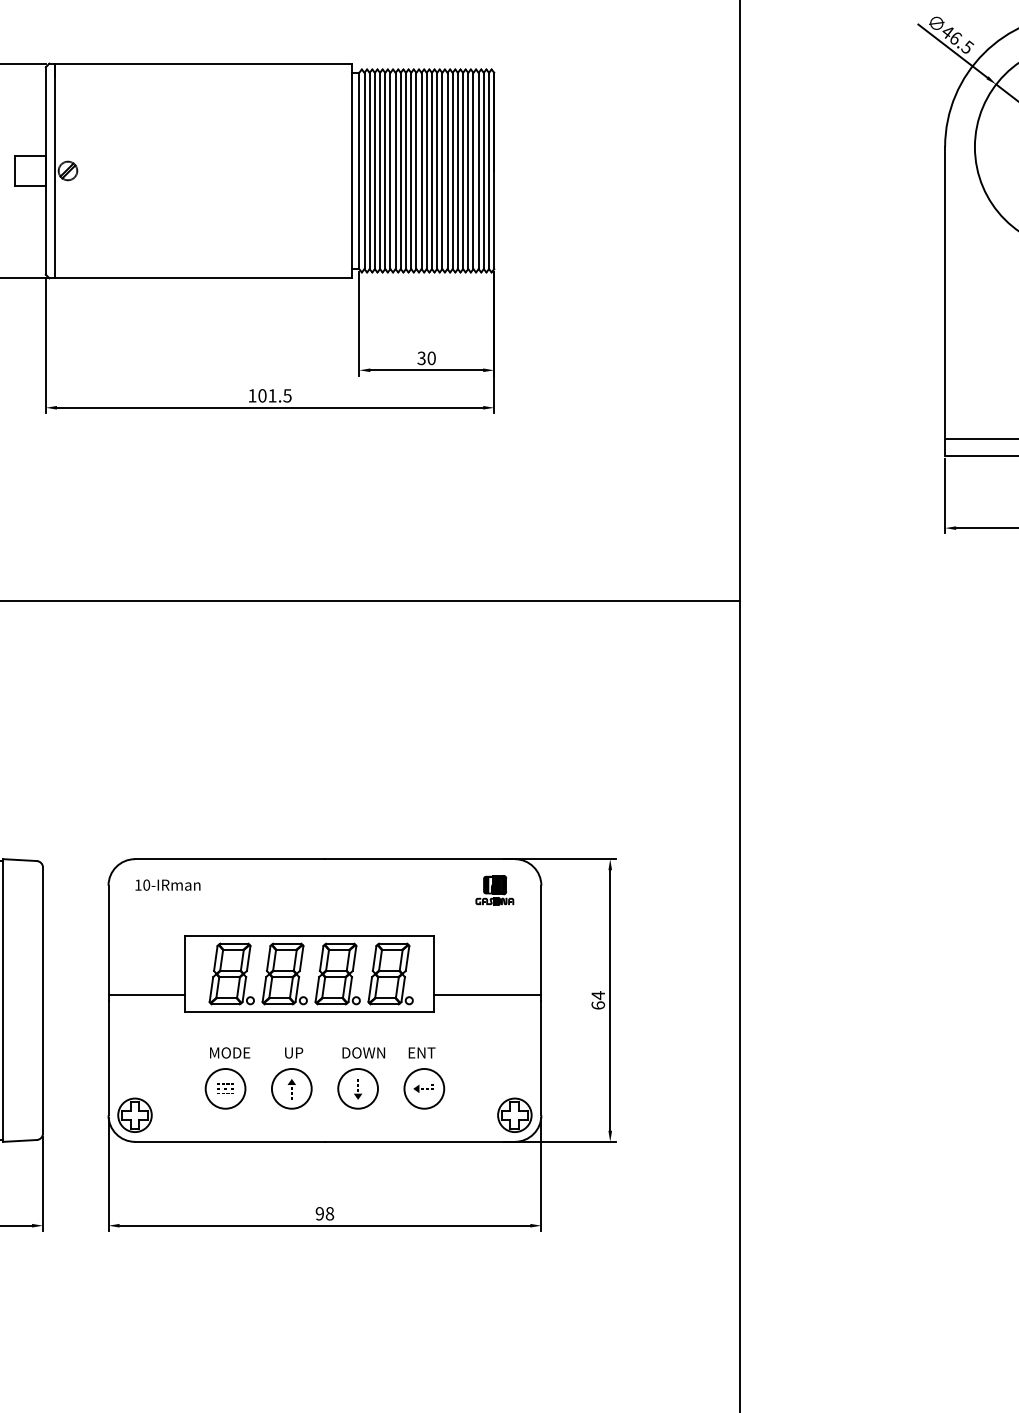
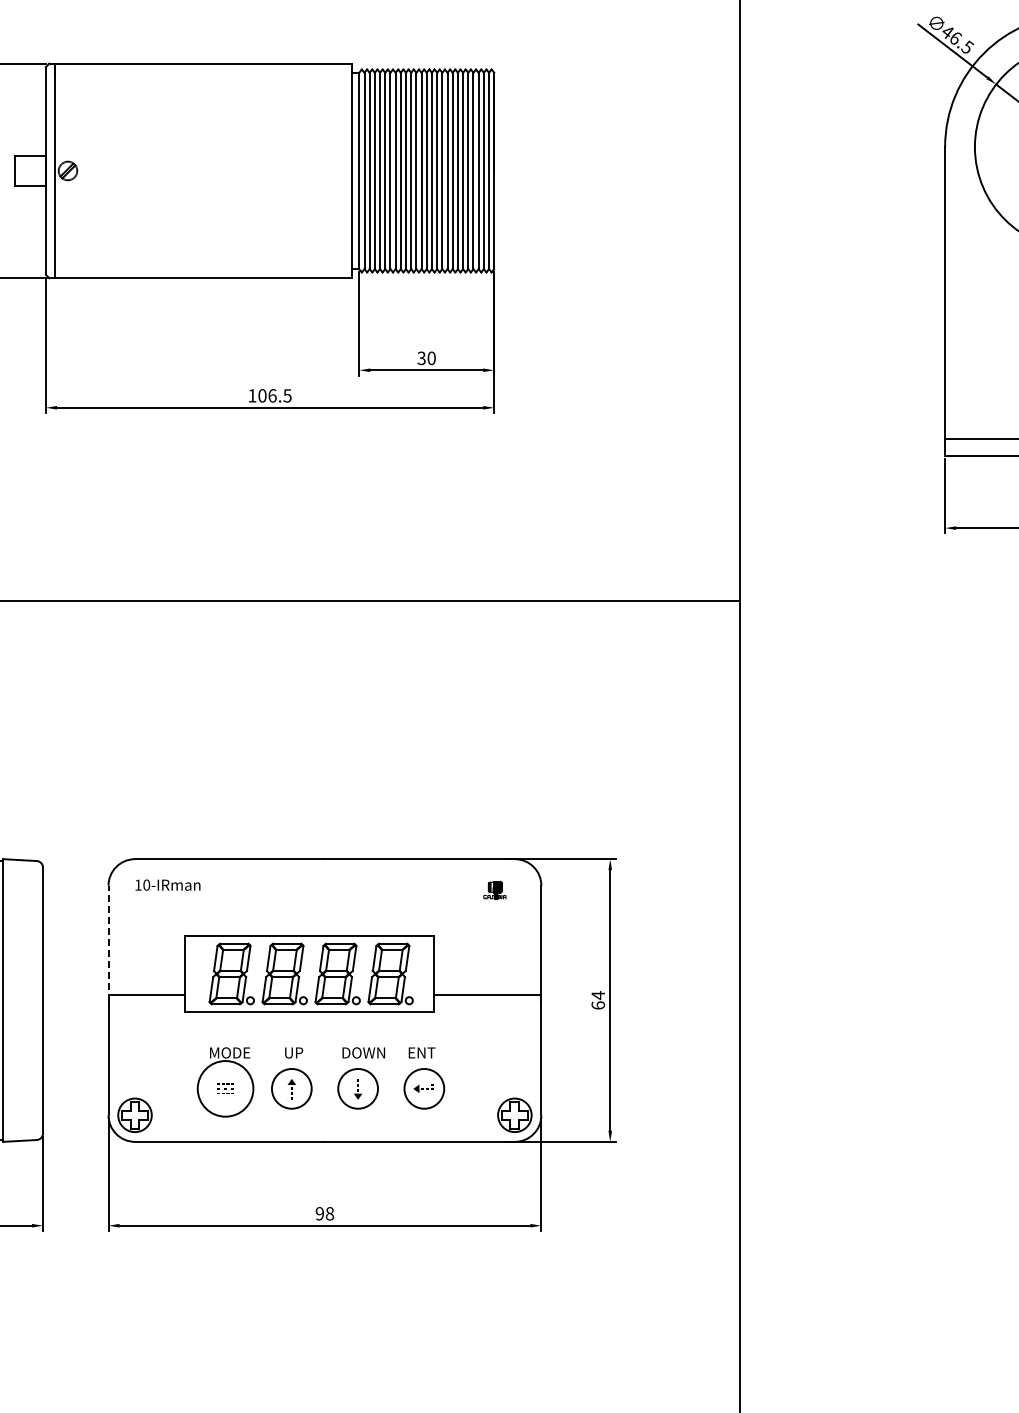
text at (272, 395): 101.5 -> 106.5
part at (494, 890) size: 40x31 px -> 24x21 px
line at (108, 942): solid -> dashed
circle at (225, 1088) diameter: 40 px -> 56 px
